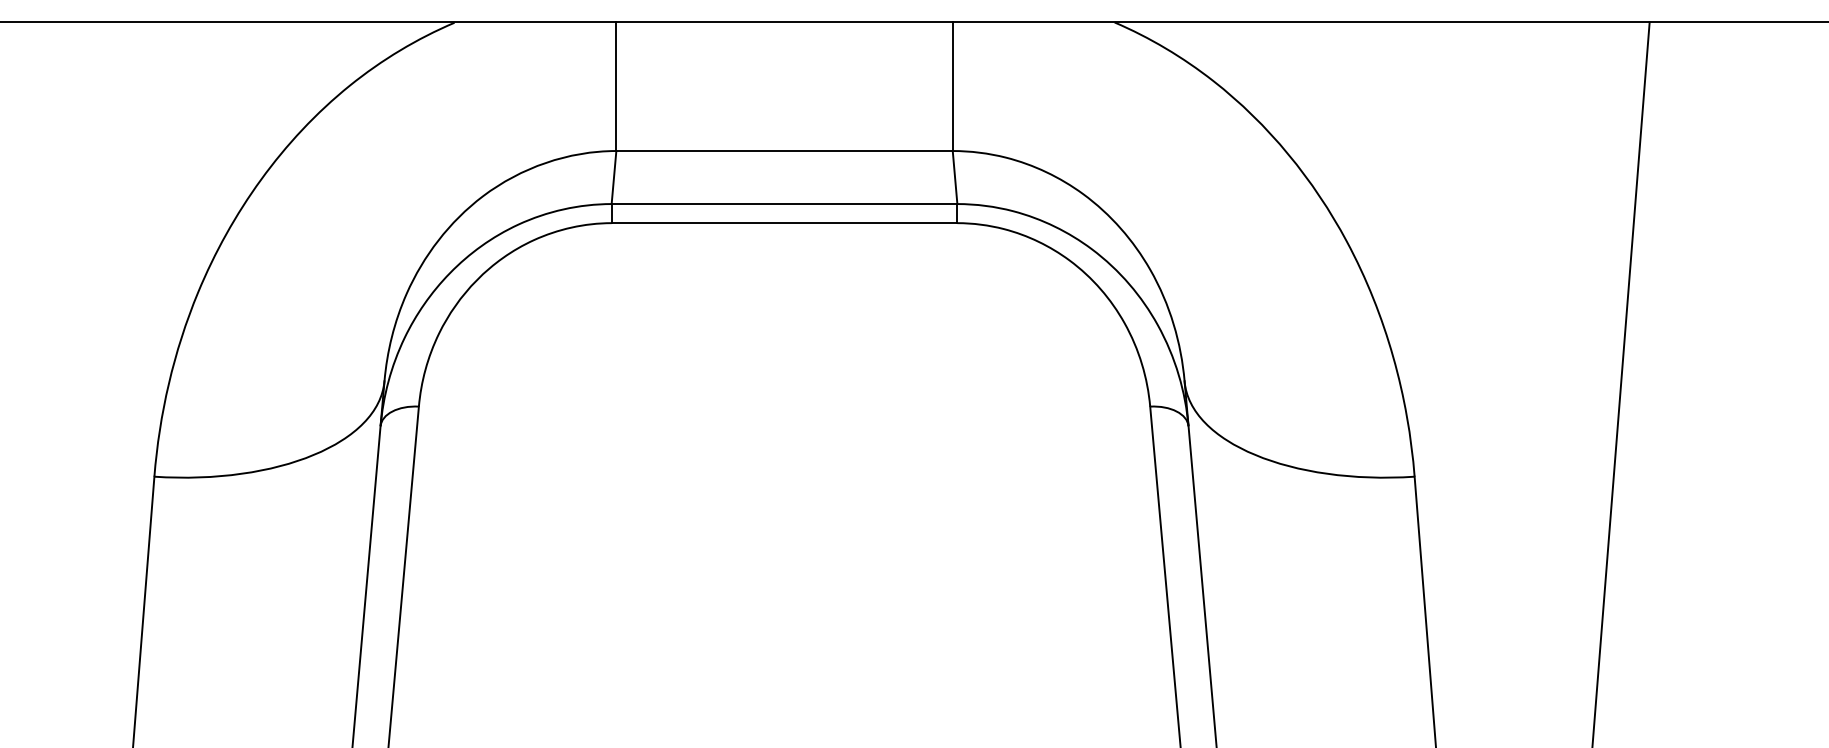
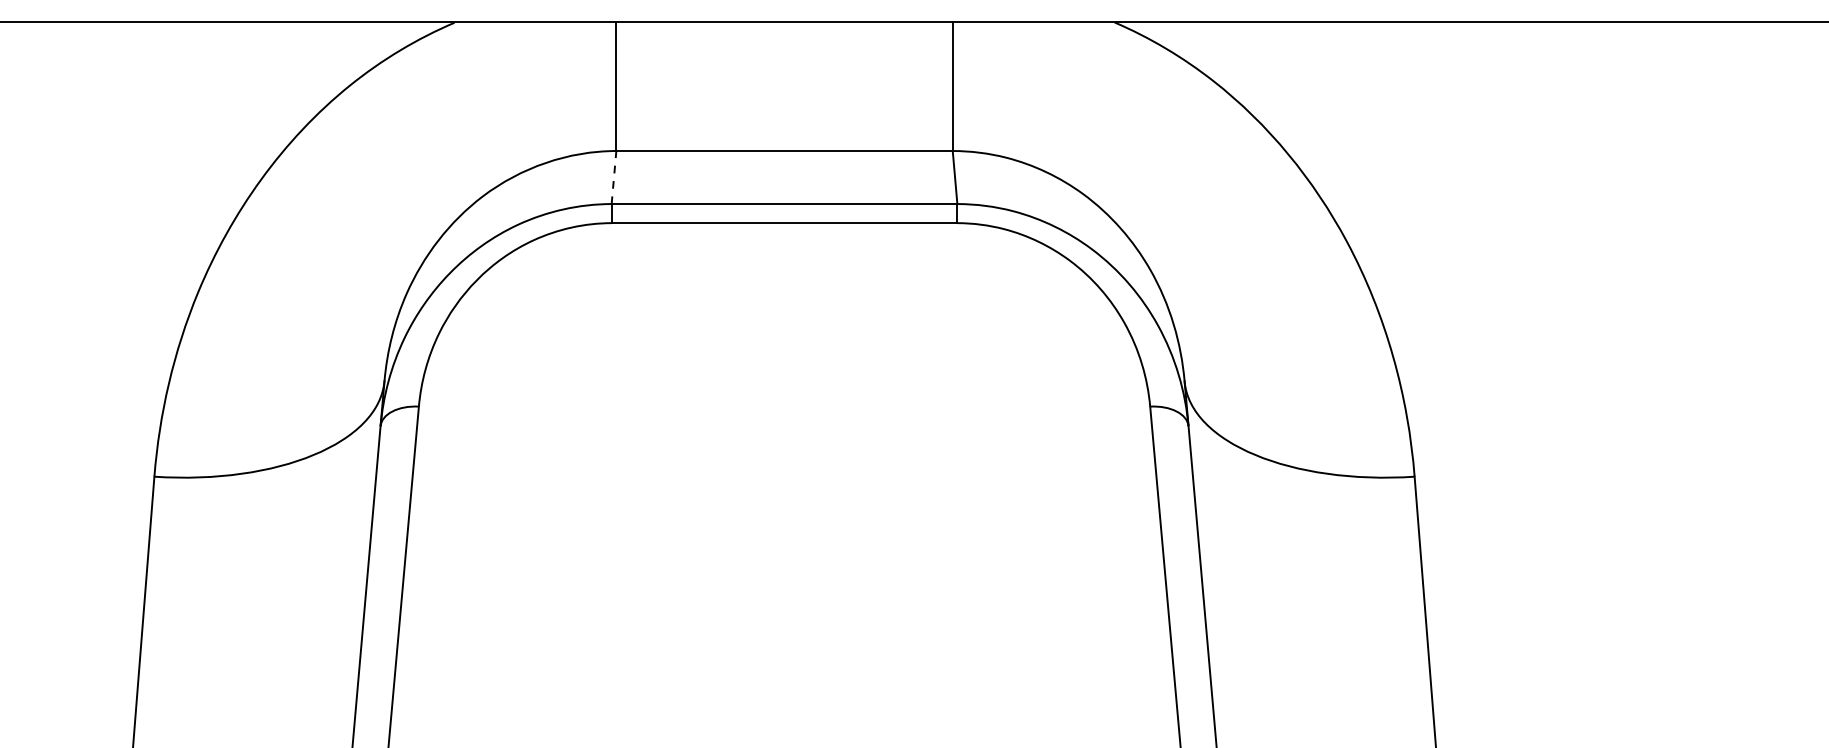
line at (614, 177): solid -> dashed
line at (1620, 383): present -> none
